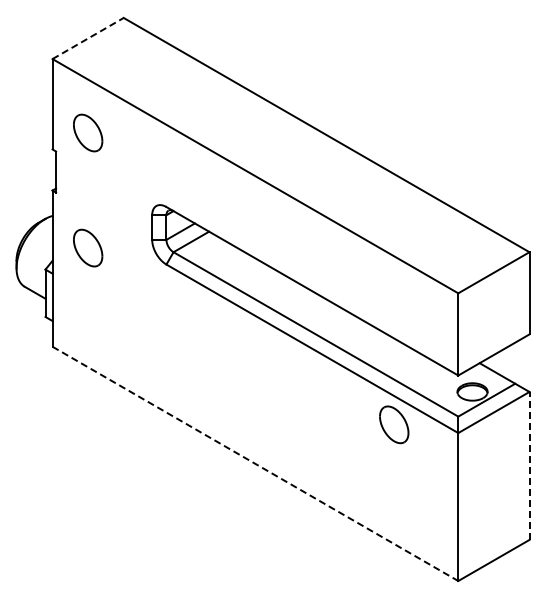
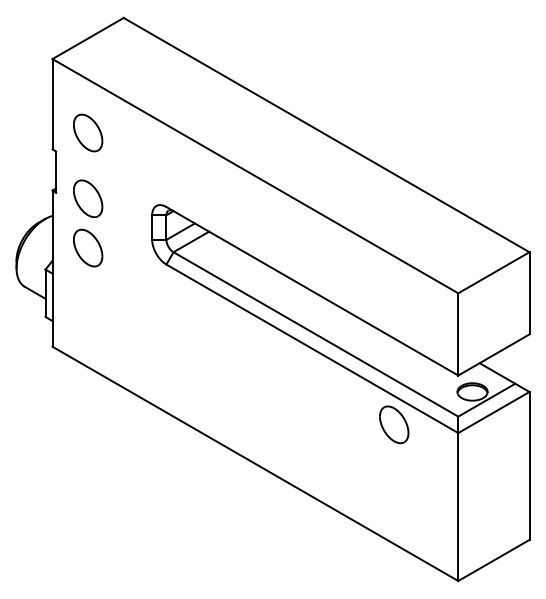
line at (88, 38): dashed -> solid
part at (88, 198): none -> present
line at (255, 464): dashed -> solid
line at (529, 465): dashed -> solid
